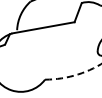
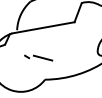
part at (38, 57): none -> present
arc at (75, 75): dashed -> solid
